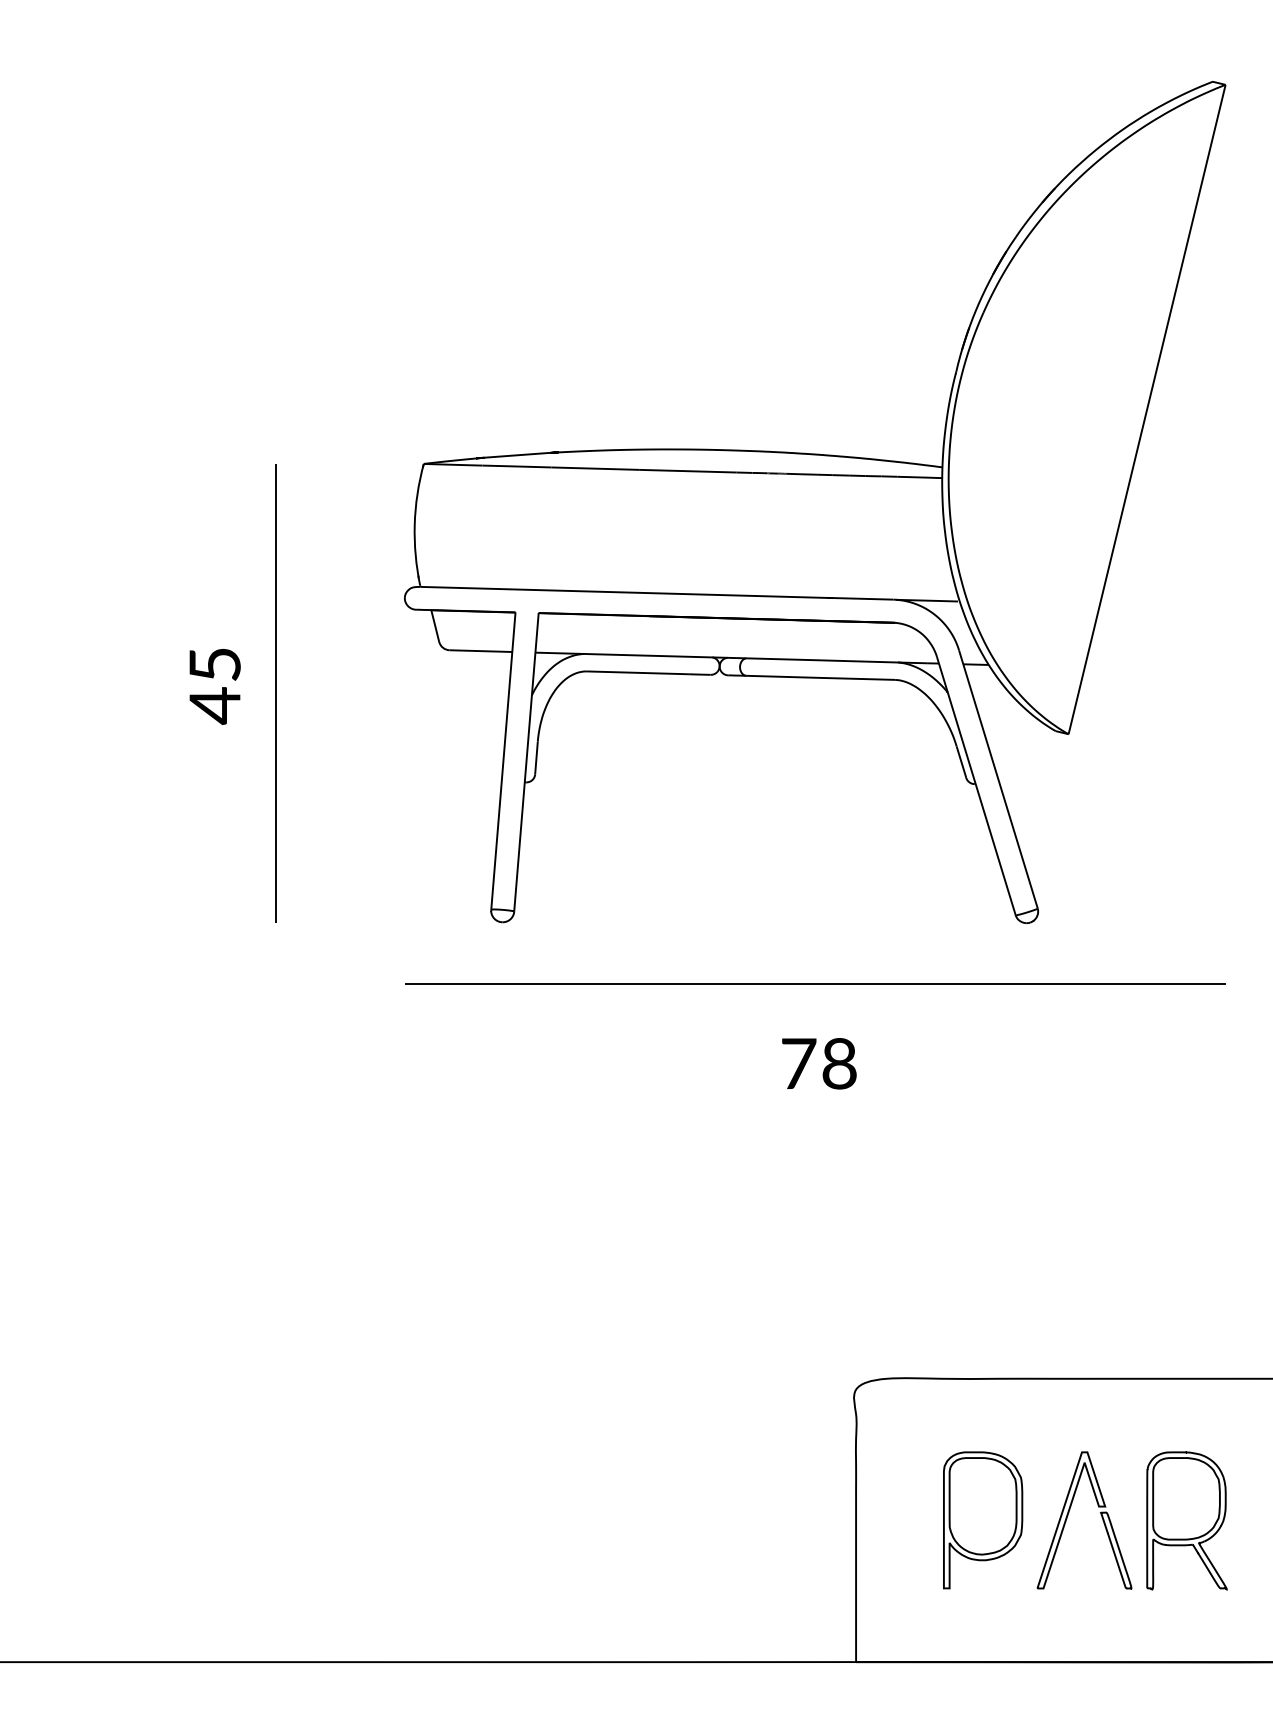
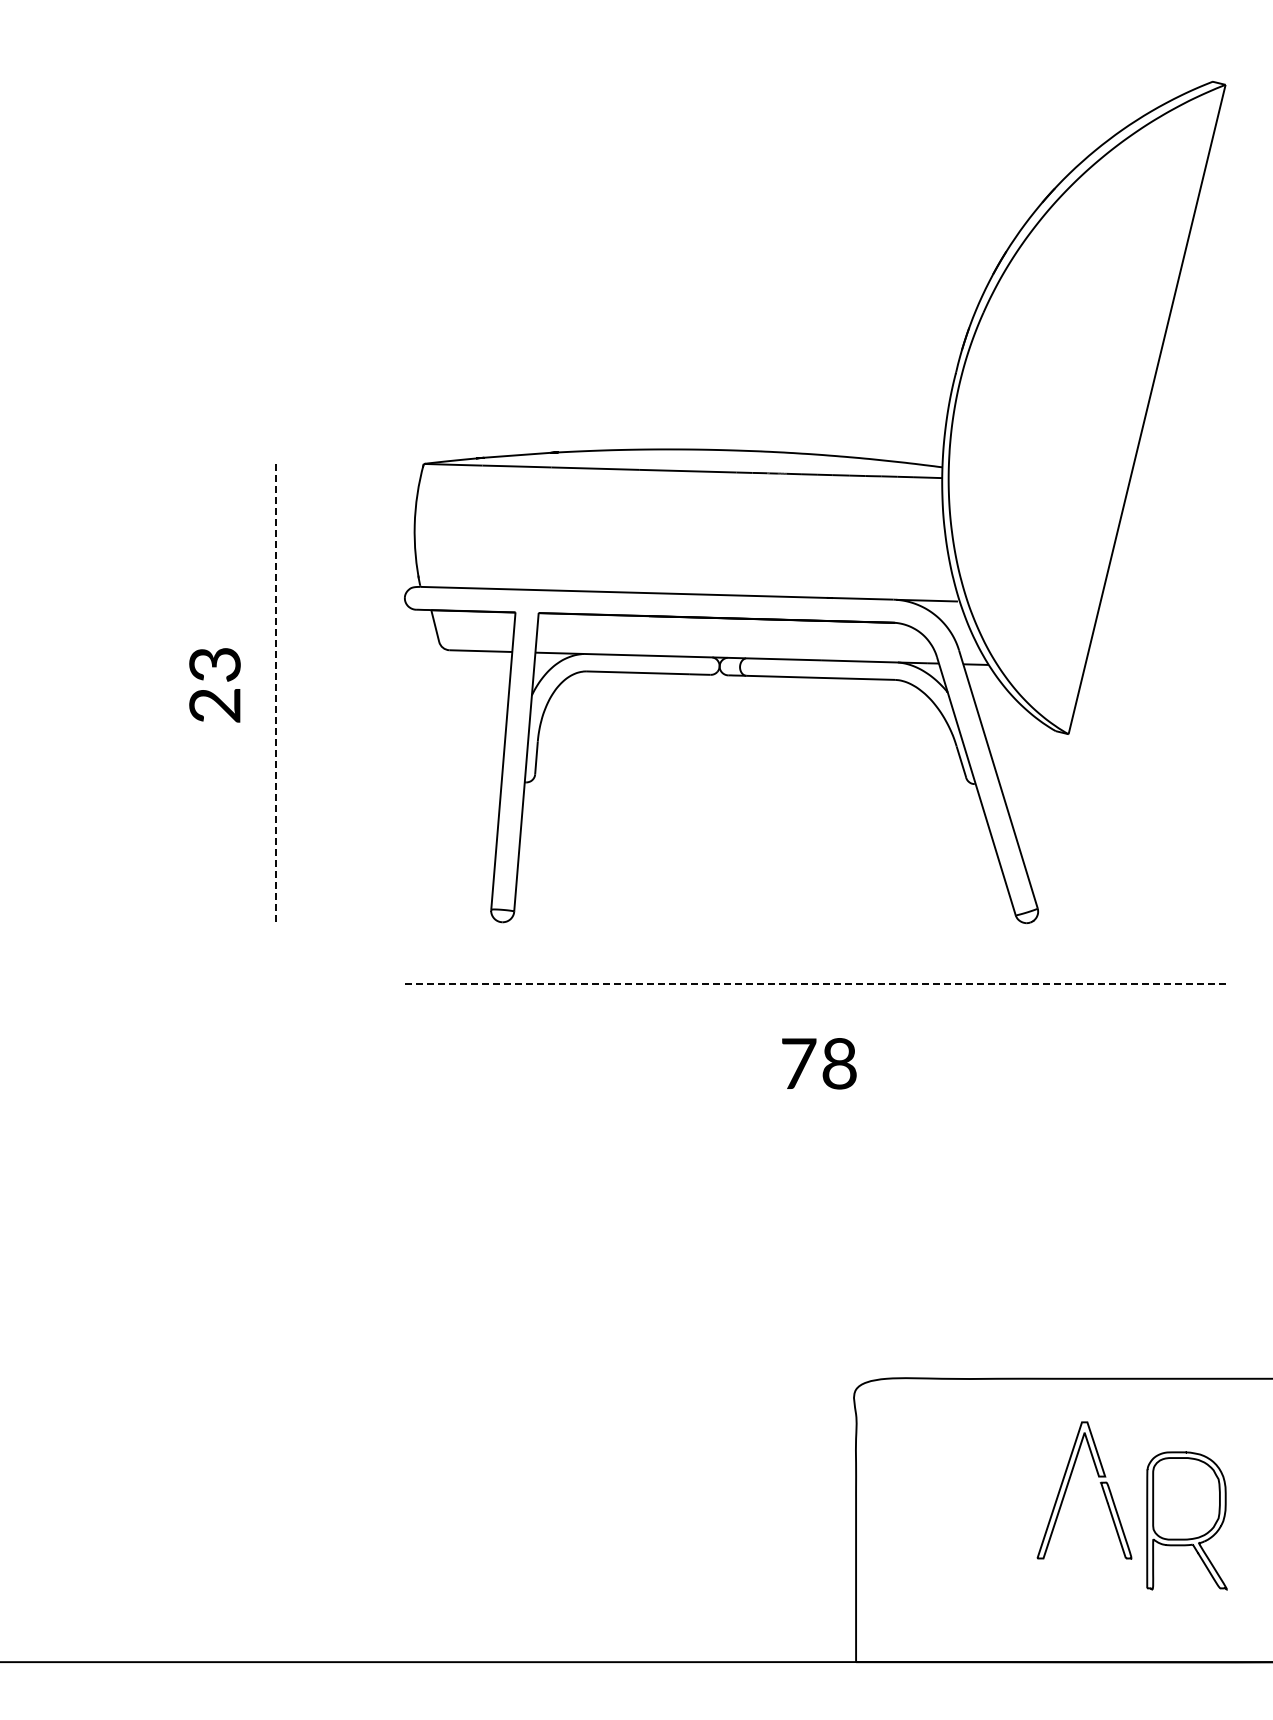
text at (214, 686): 45 -> 23
line at (276, 693): solid -> dashed
line at (815, 984): solid -> dashed
part at (1068, 1515) position: (1068, 1515) -> (1068, 1485)
part at (983, 1520): present -> none
